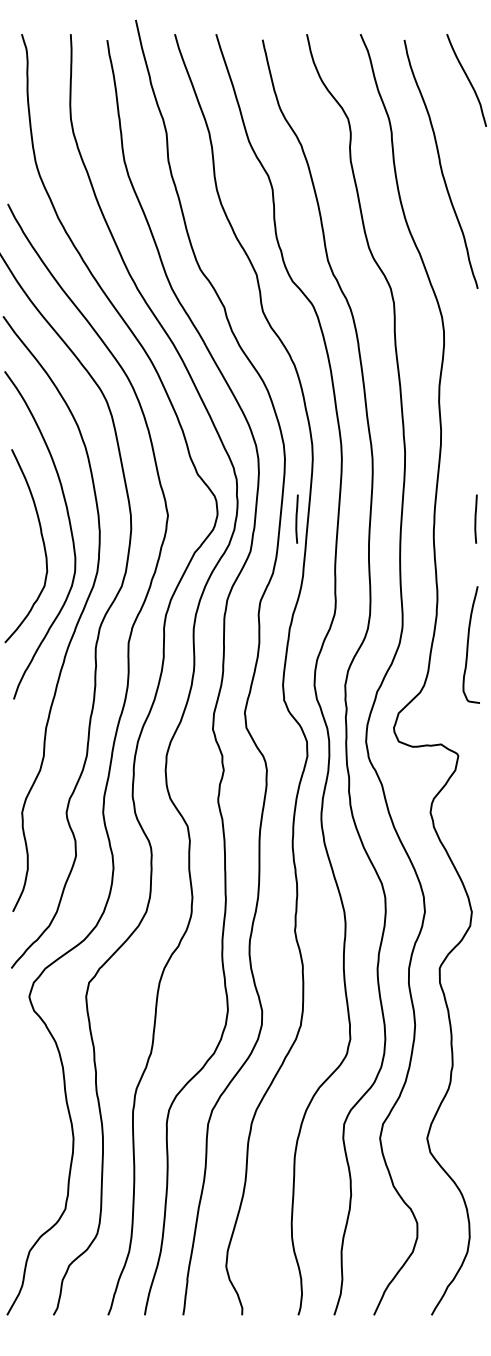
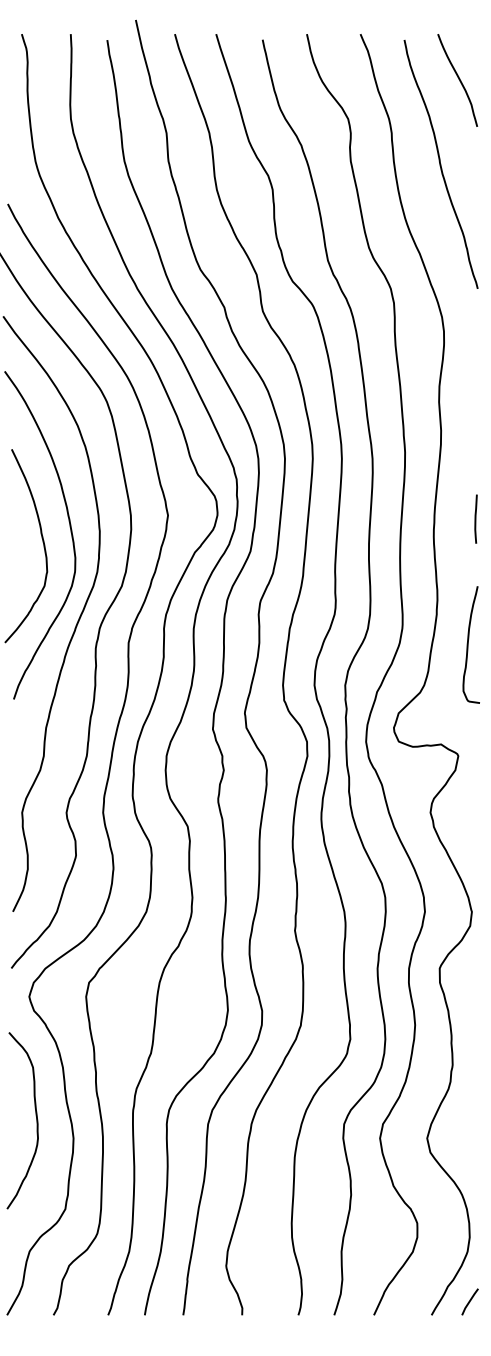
curve at (467, 79) position: (467, 79) -> (458, 79)
line at (296, 518): present -> none
curve at (35, 1115): none -> present
line at (469, 1301): none -> present
